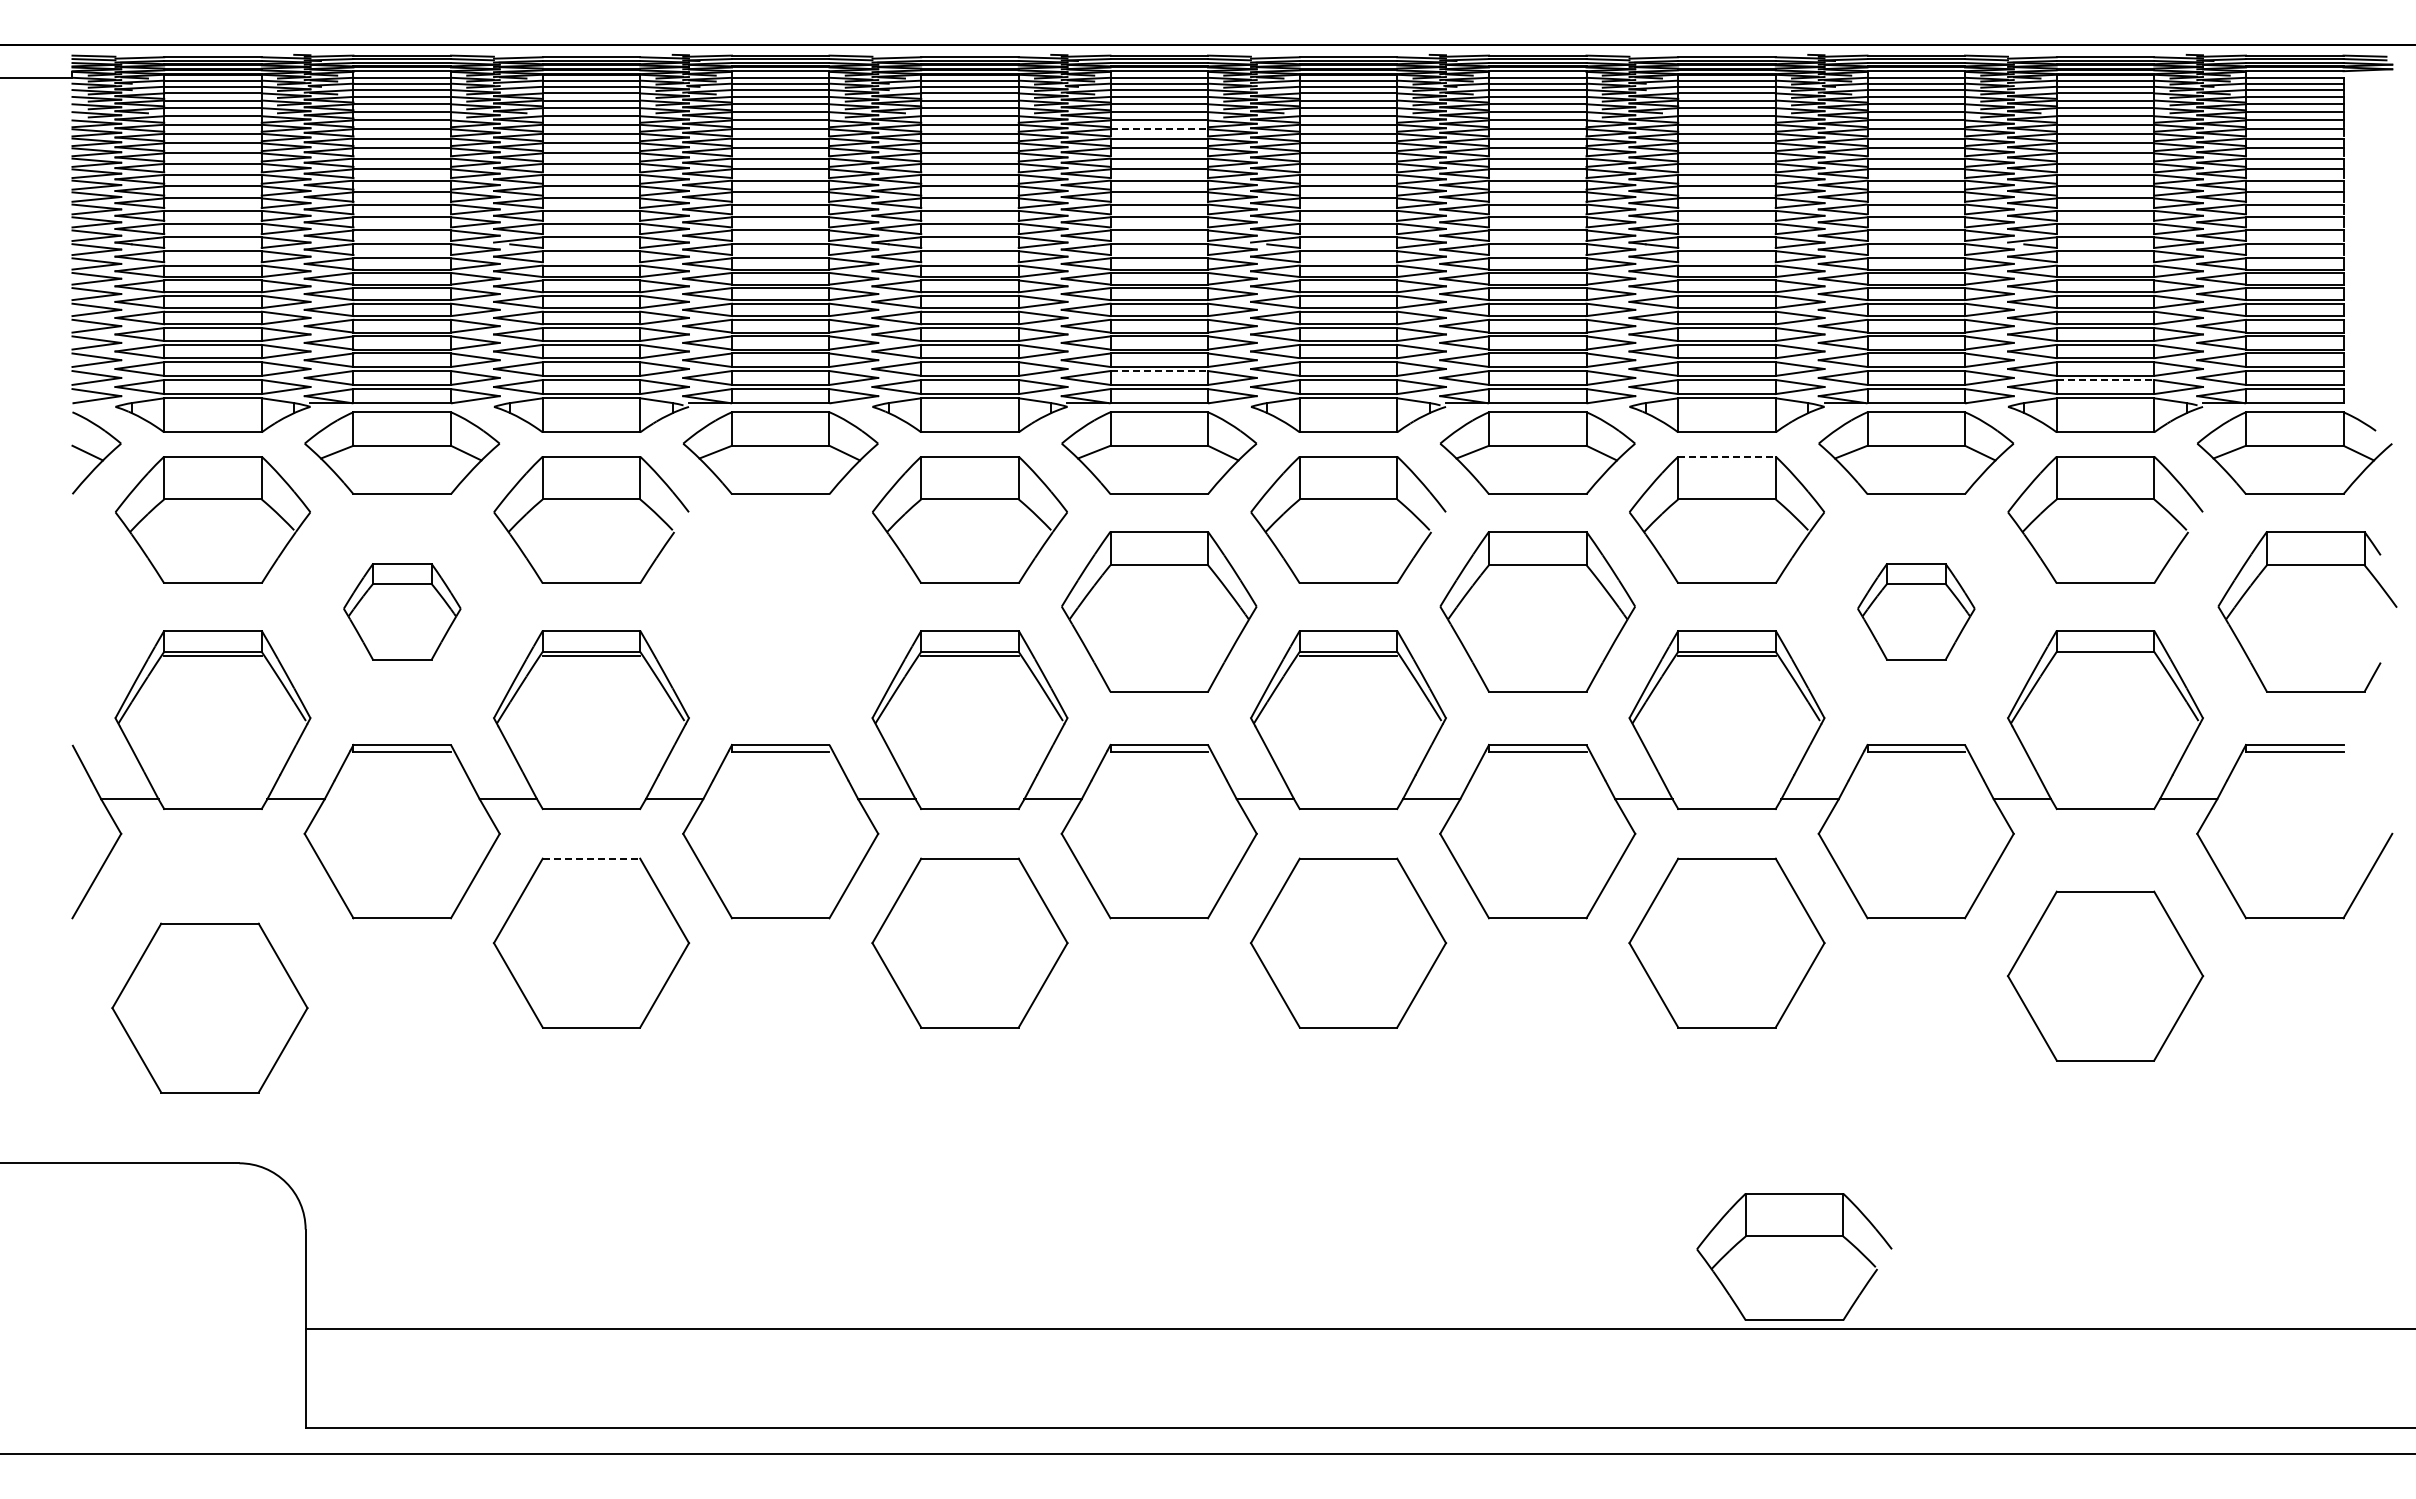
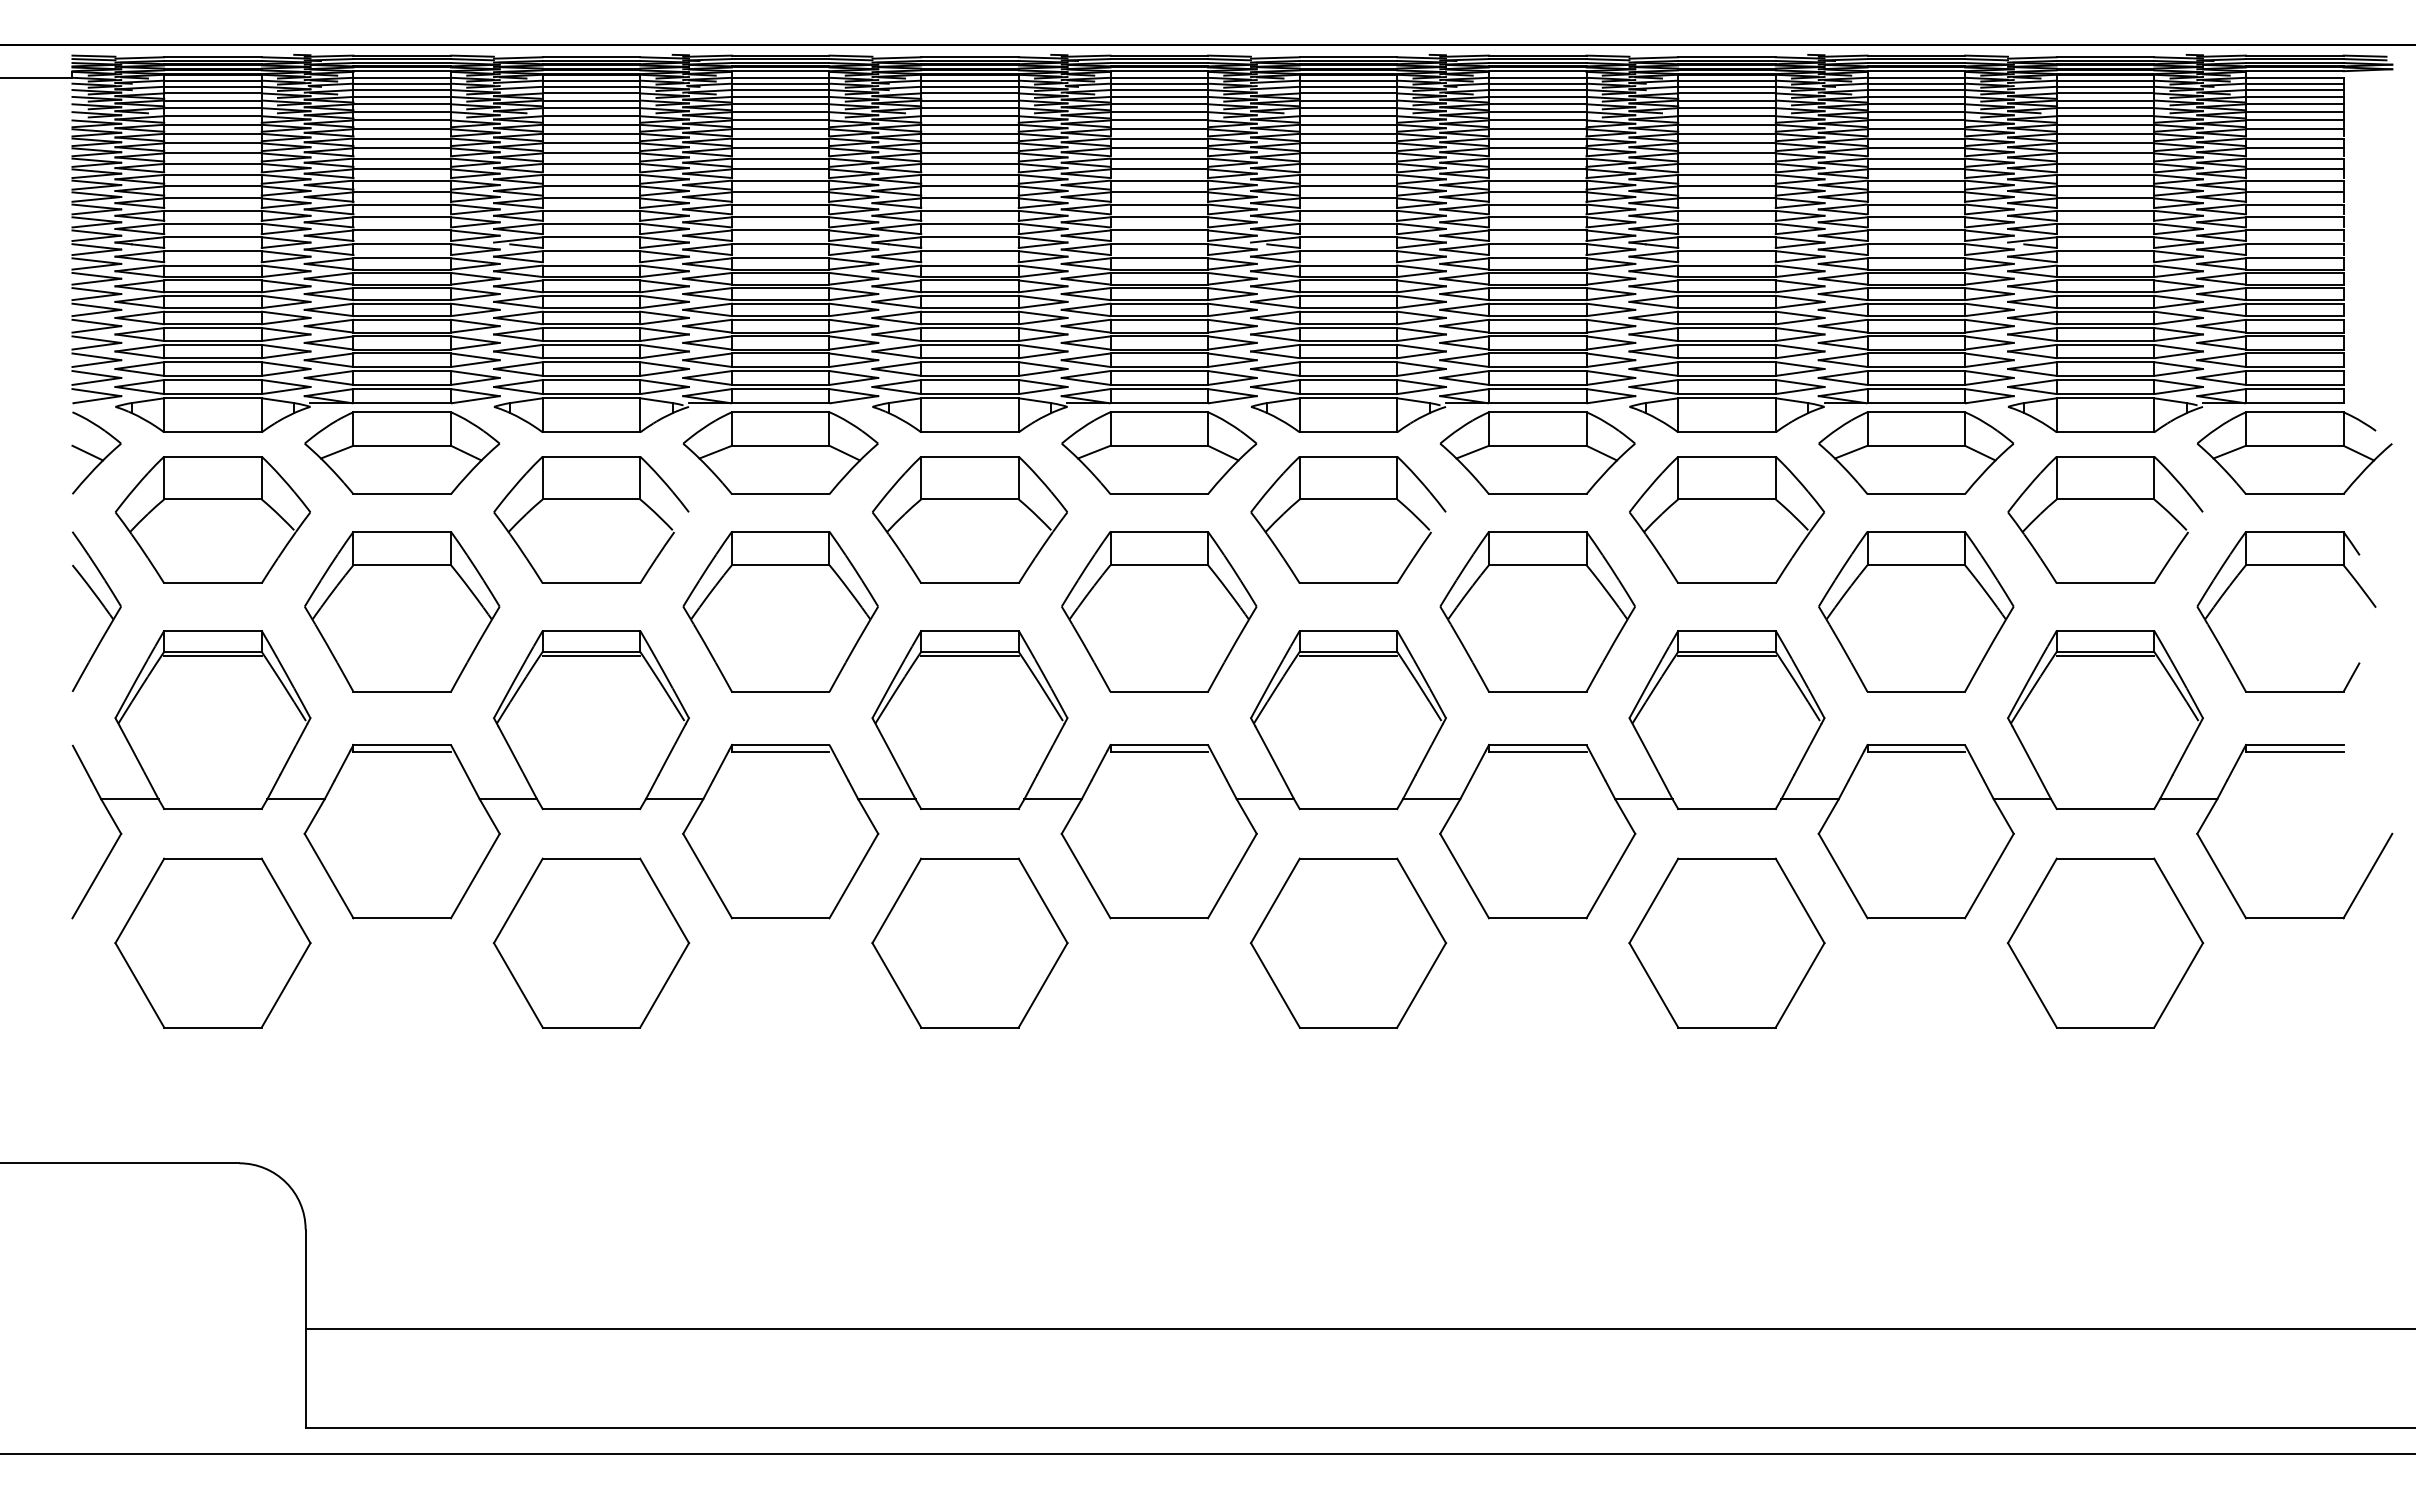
line at (1159, 129): dashed -> solid
line at (1159, 371): dashed -> solid
line at (2105, 380): dashed -> solid
line at (1727, 456): dashed -> solid
part at (2307, 565) position: (2307, 565) -> (2286, 565)
part at (103, 607): none -> present
part at (402, 611) size: 119x98 px -> 197x162 px
part at (780, 611): none -> present
part at (1916, 611) size: 119x98 px -> 197x162 px
line at (2105, 656): none -> present
line at (591, 858): dashed -> solid
part at (2105, 975) position: (2105, 975) -> (2105, 942)
part at (209, 1007) position: (209, 1007) -> (212, 942)
part at (1794, 1256): present -> none
